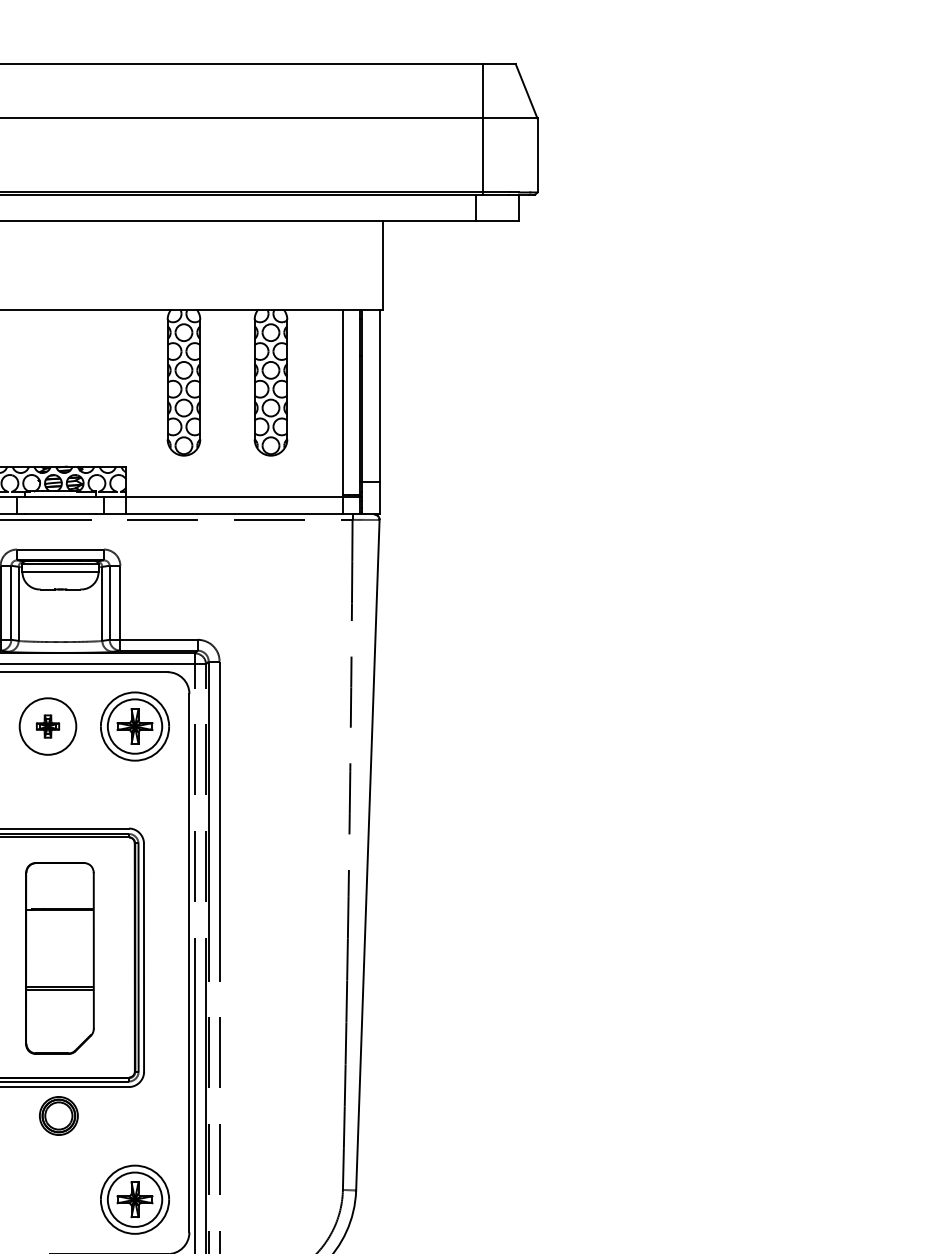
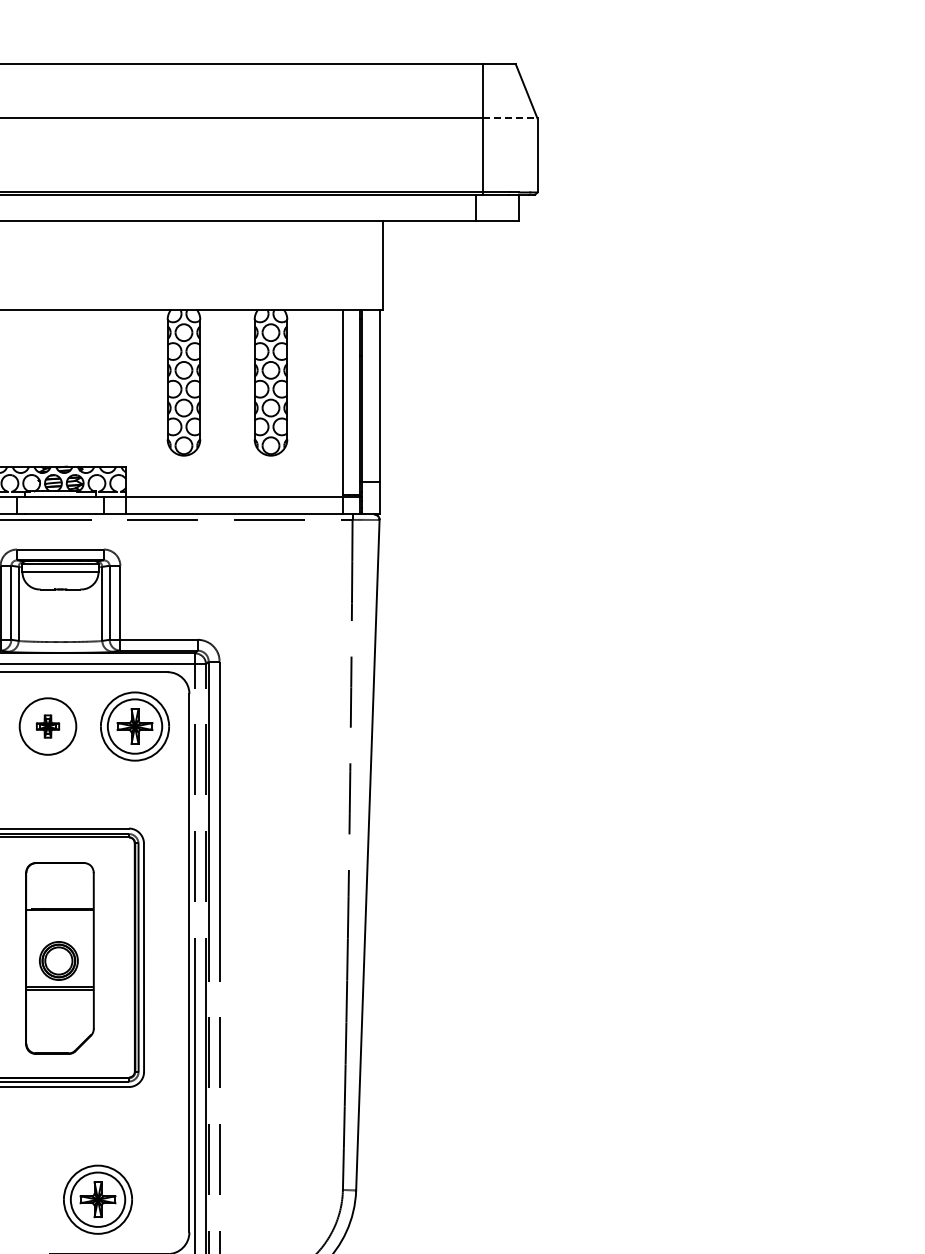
line at (510, 118): solid -> dashed
part at (58, 1115) position: (58, 1115) -> (58, 960)
part at (134, 1199) position: (134, 1199) -> (97, 1199)
